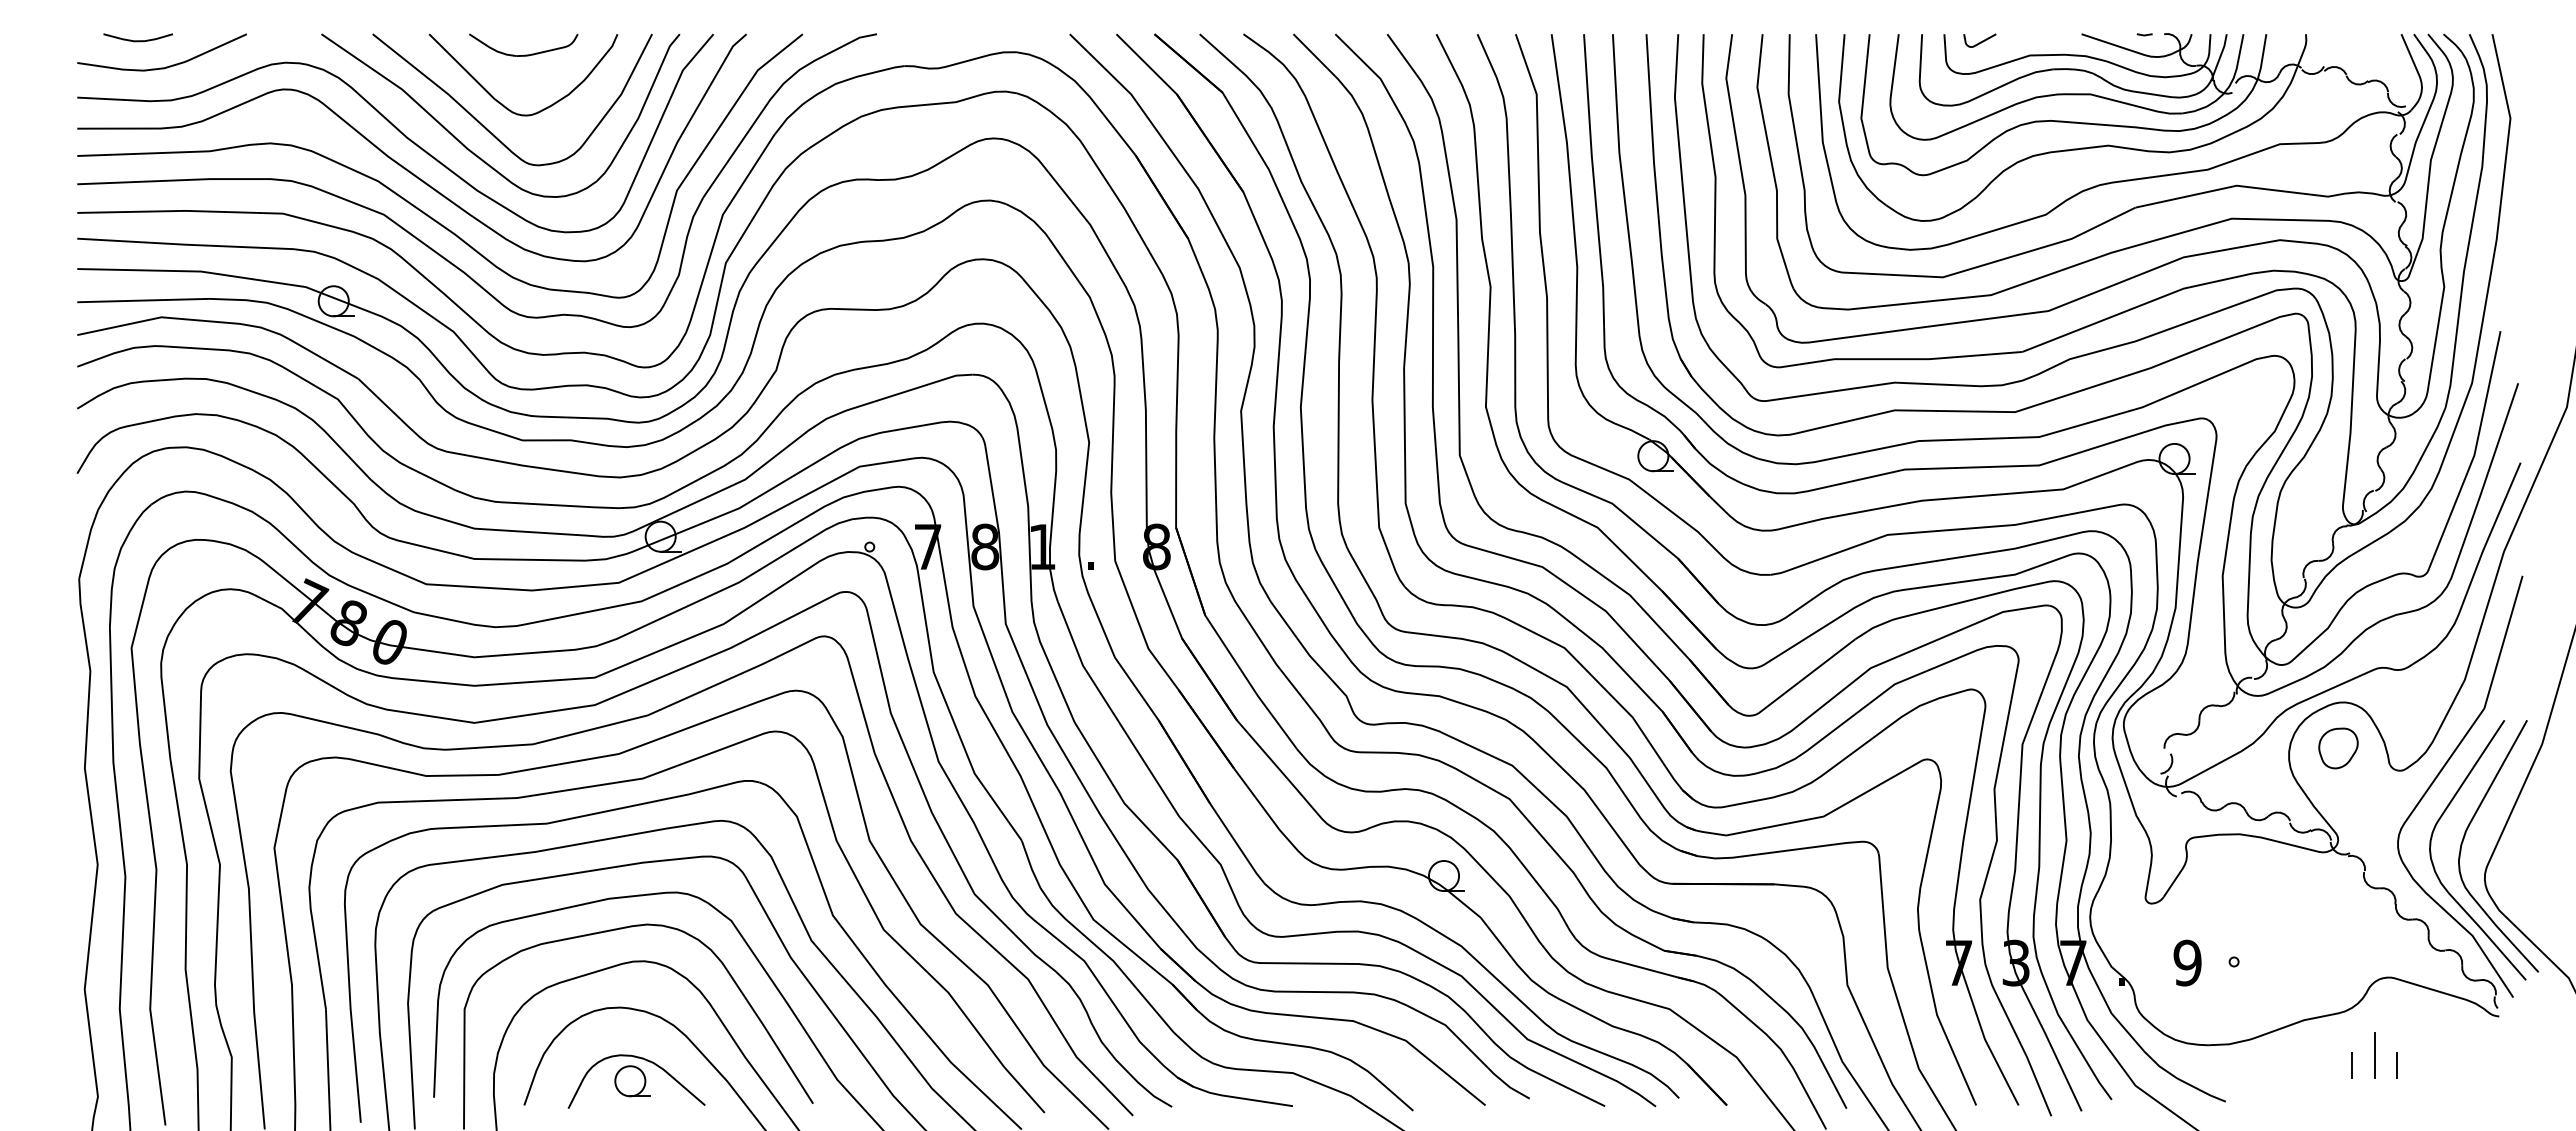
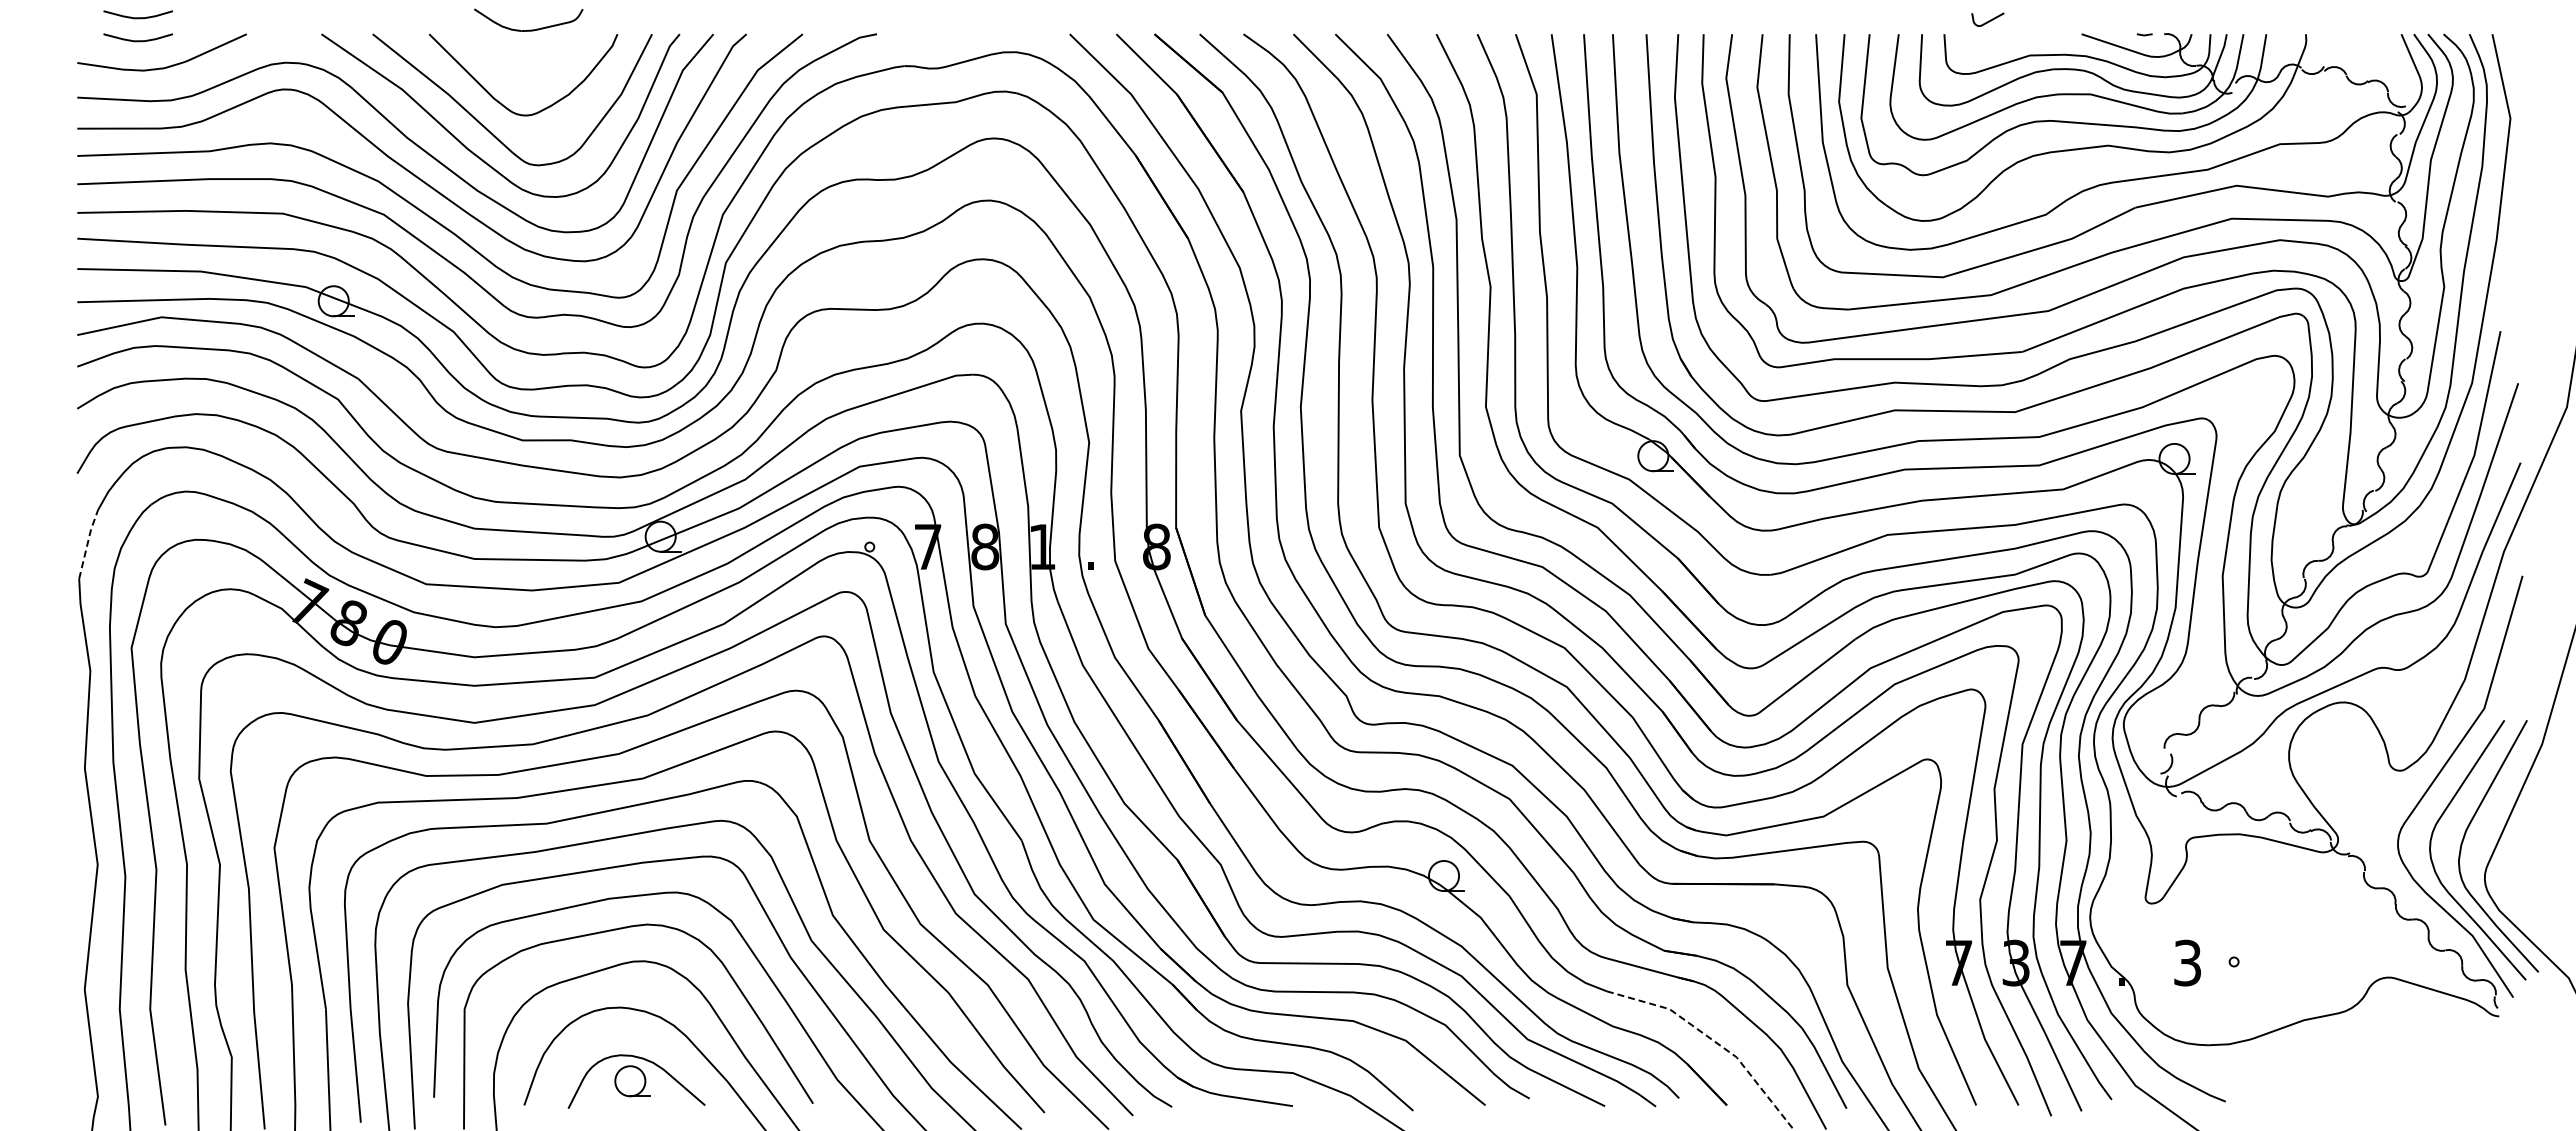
curve at (137, 17): none -> present
curve at (1980, 41) position: (1980, 41) -> (1988, 20)
part at (523, 54) position: (523, 54) -> (528, 29)
line at (87, 543): solid -> dashed
part at (2338, 748): present -> none
text at (2187, 962): 9 -> 3
line at (1714, 1041): solid -> dashed
line at (2374, 1055): present -> none
line at (2352, 1065): present -> none
line at (2397, 1065): present -> none
